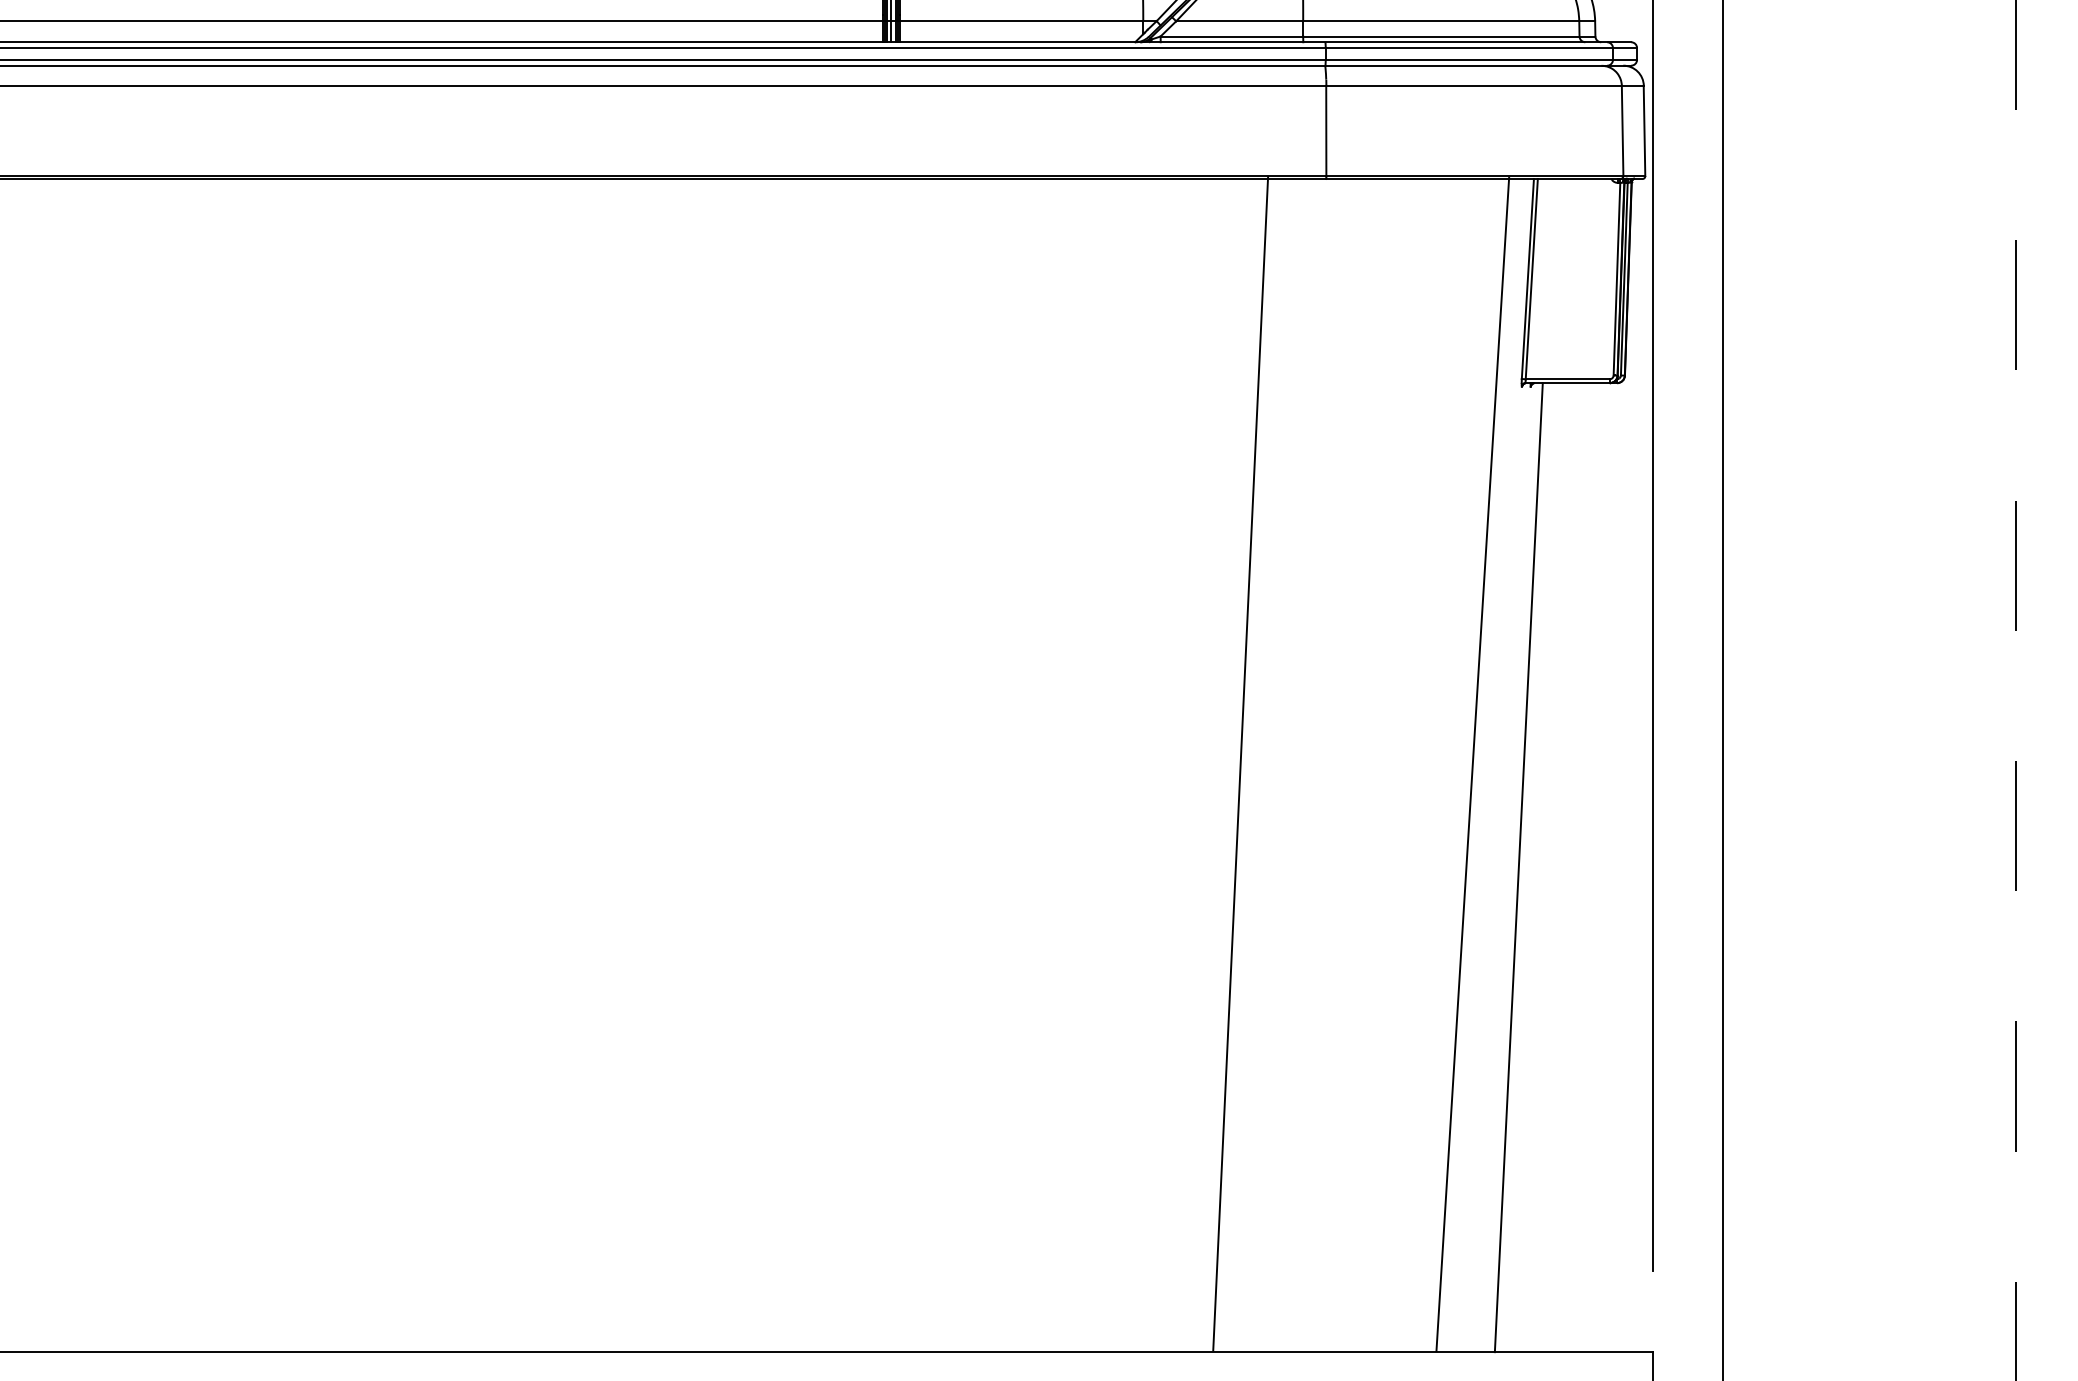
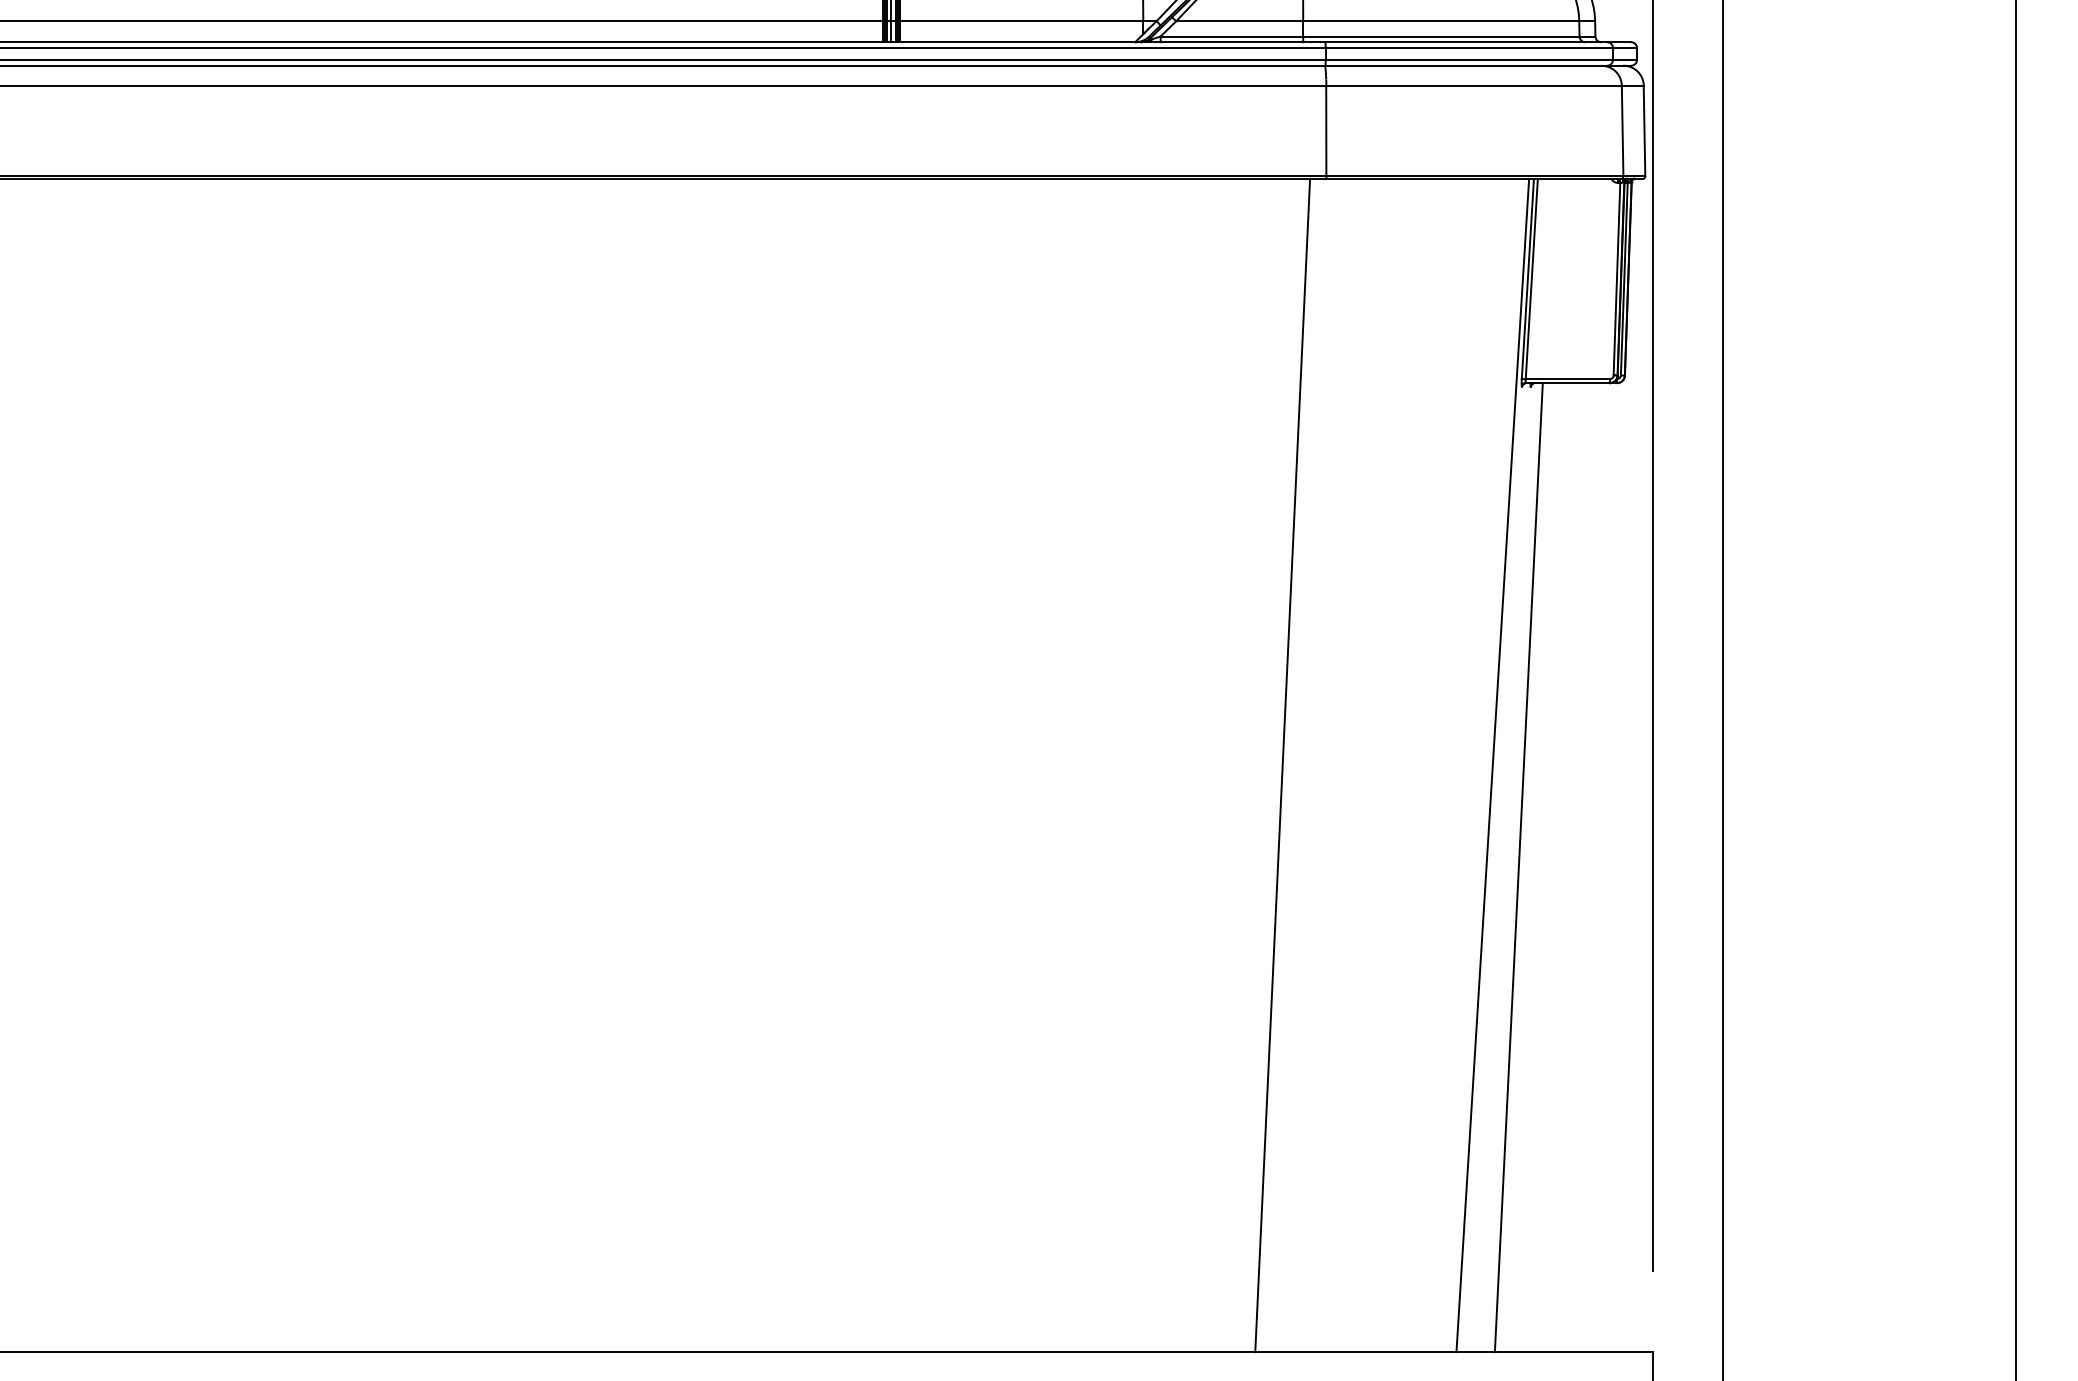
line at (2015, 690): dashed -> solid
line at (1240, 763) position: (1240, 763) -> (1282, 765)
line at (1472, 764) position: (1472, 764) -> (1492, 765)
